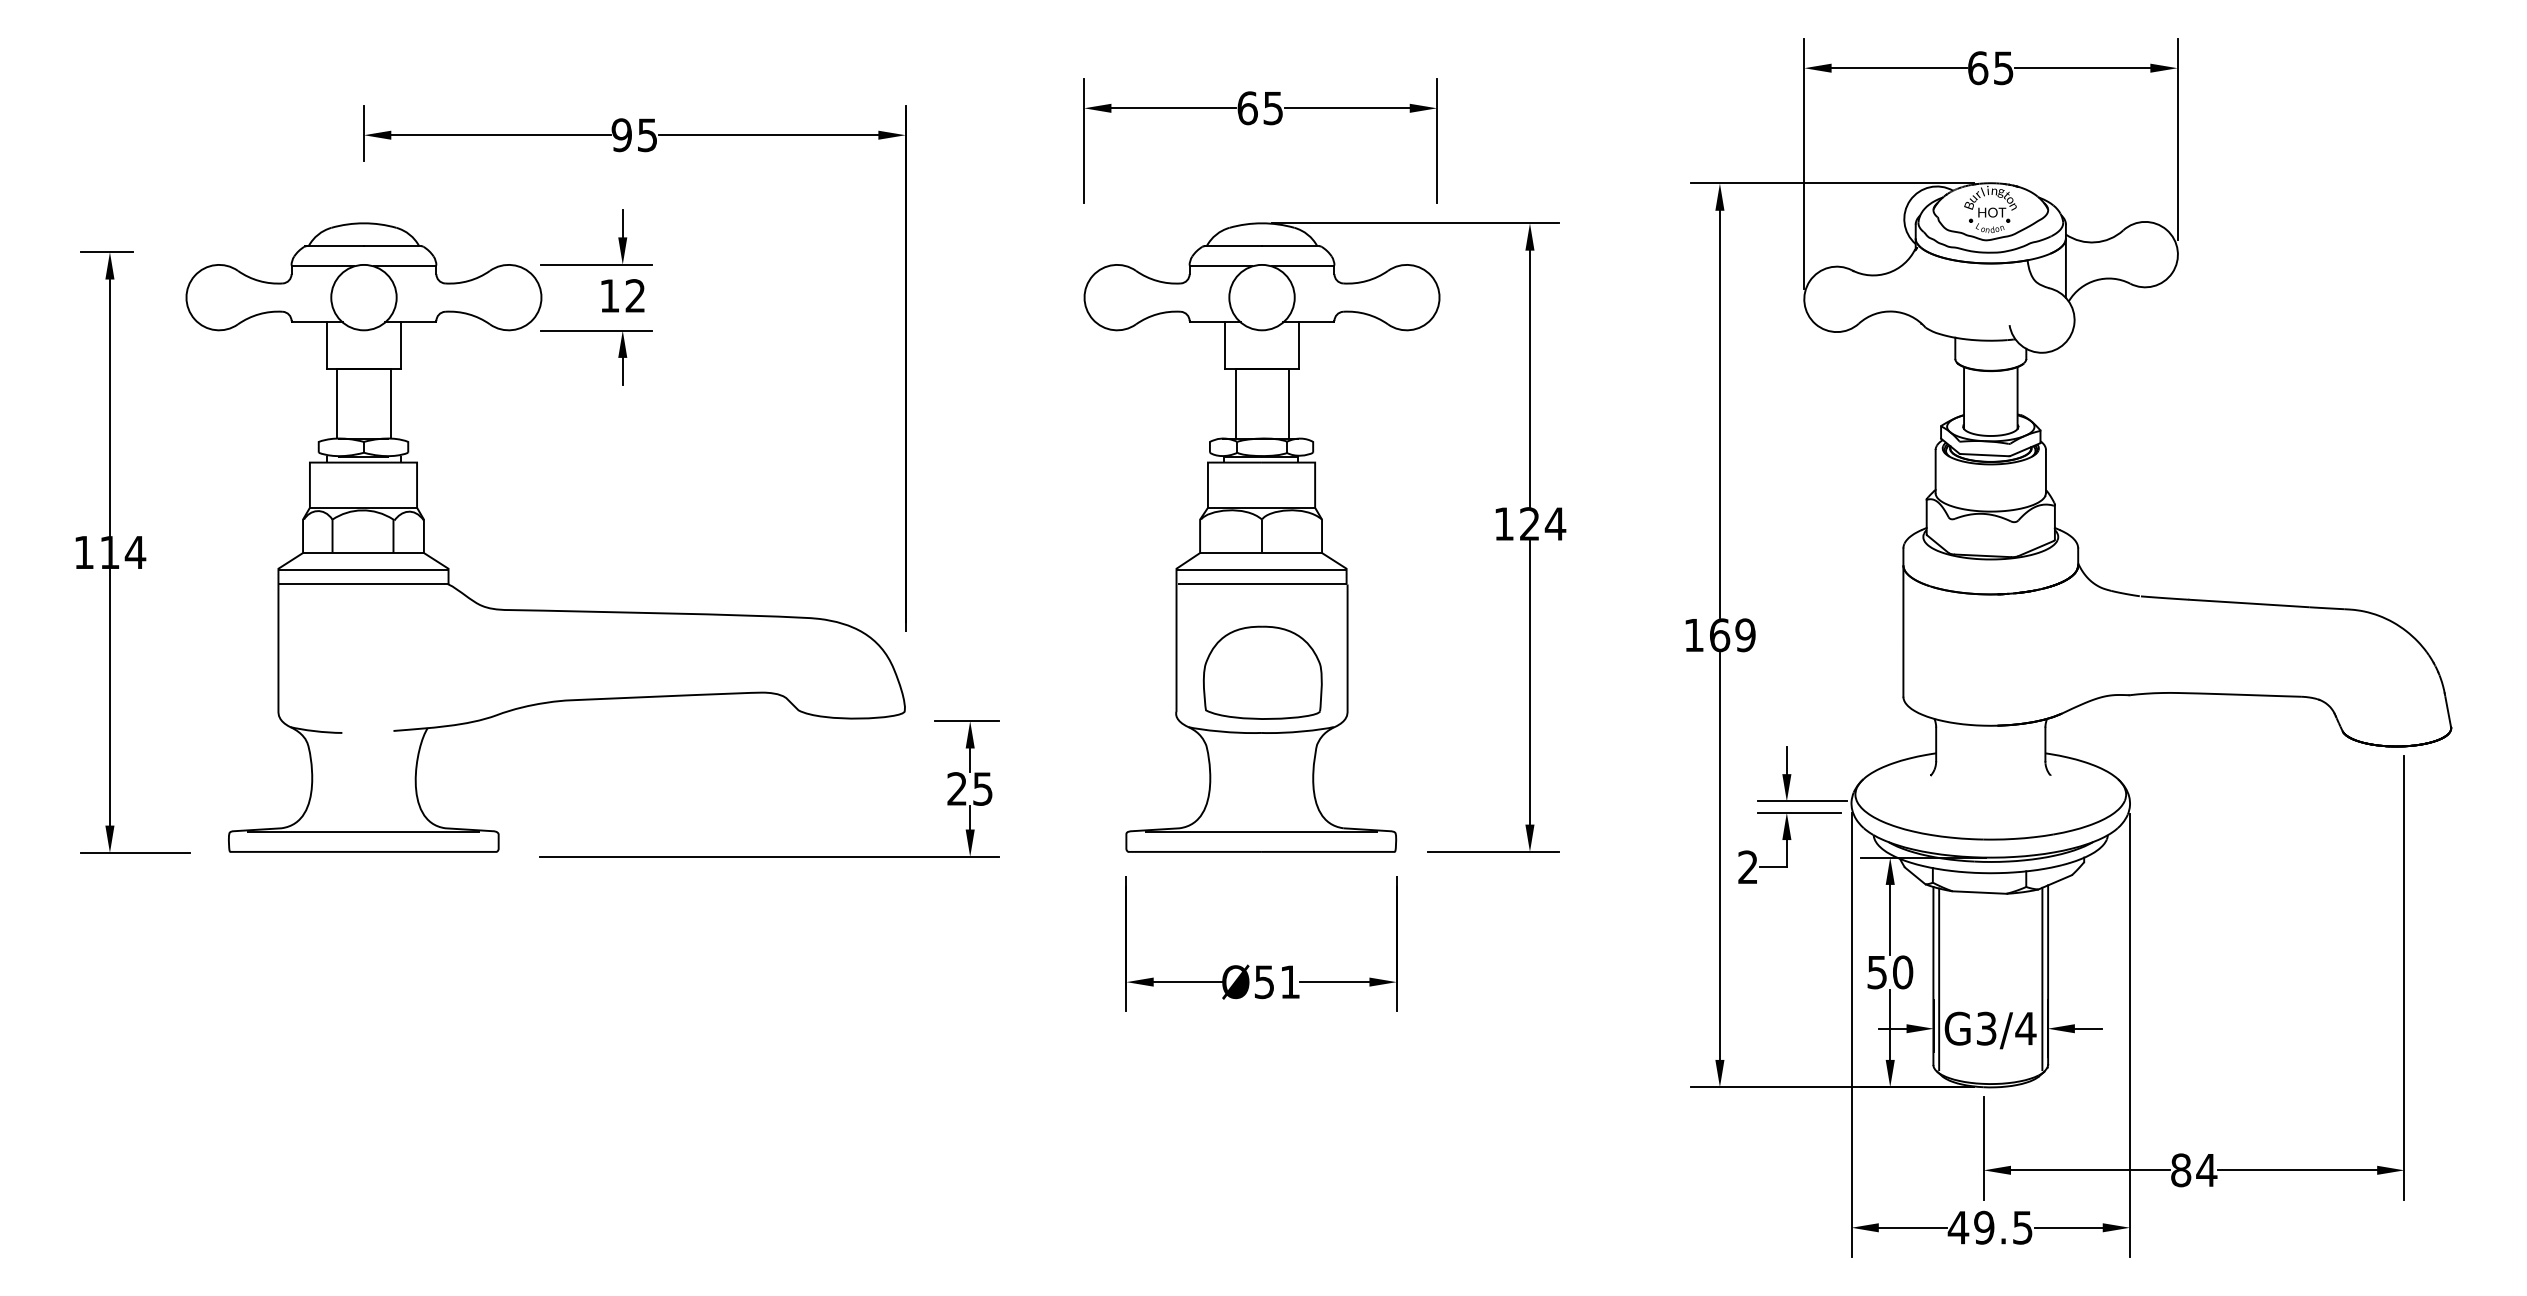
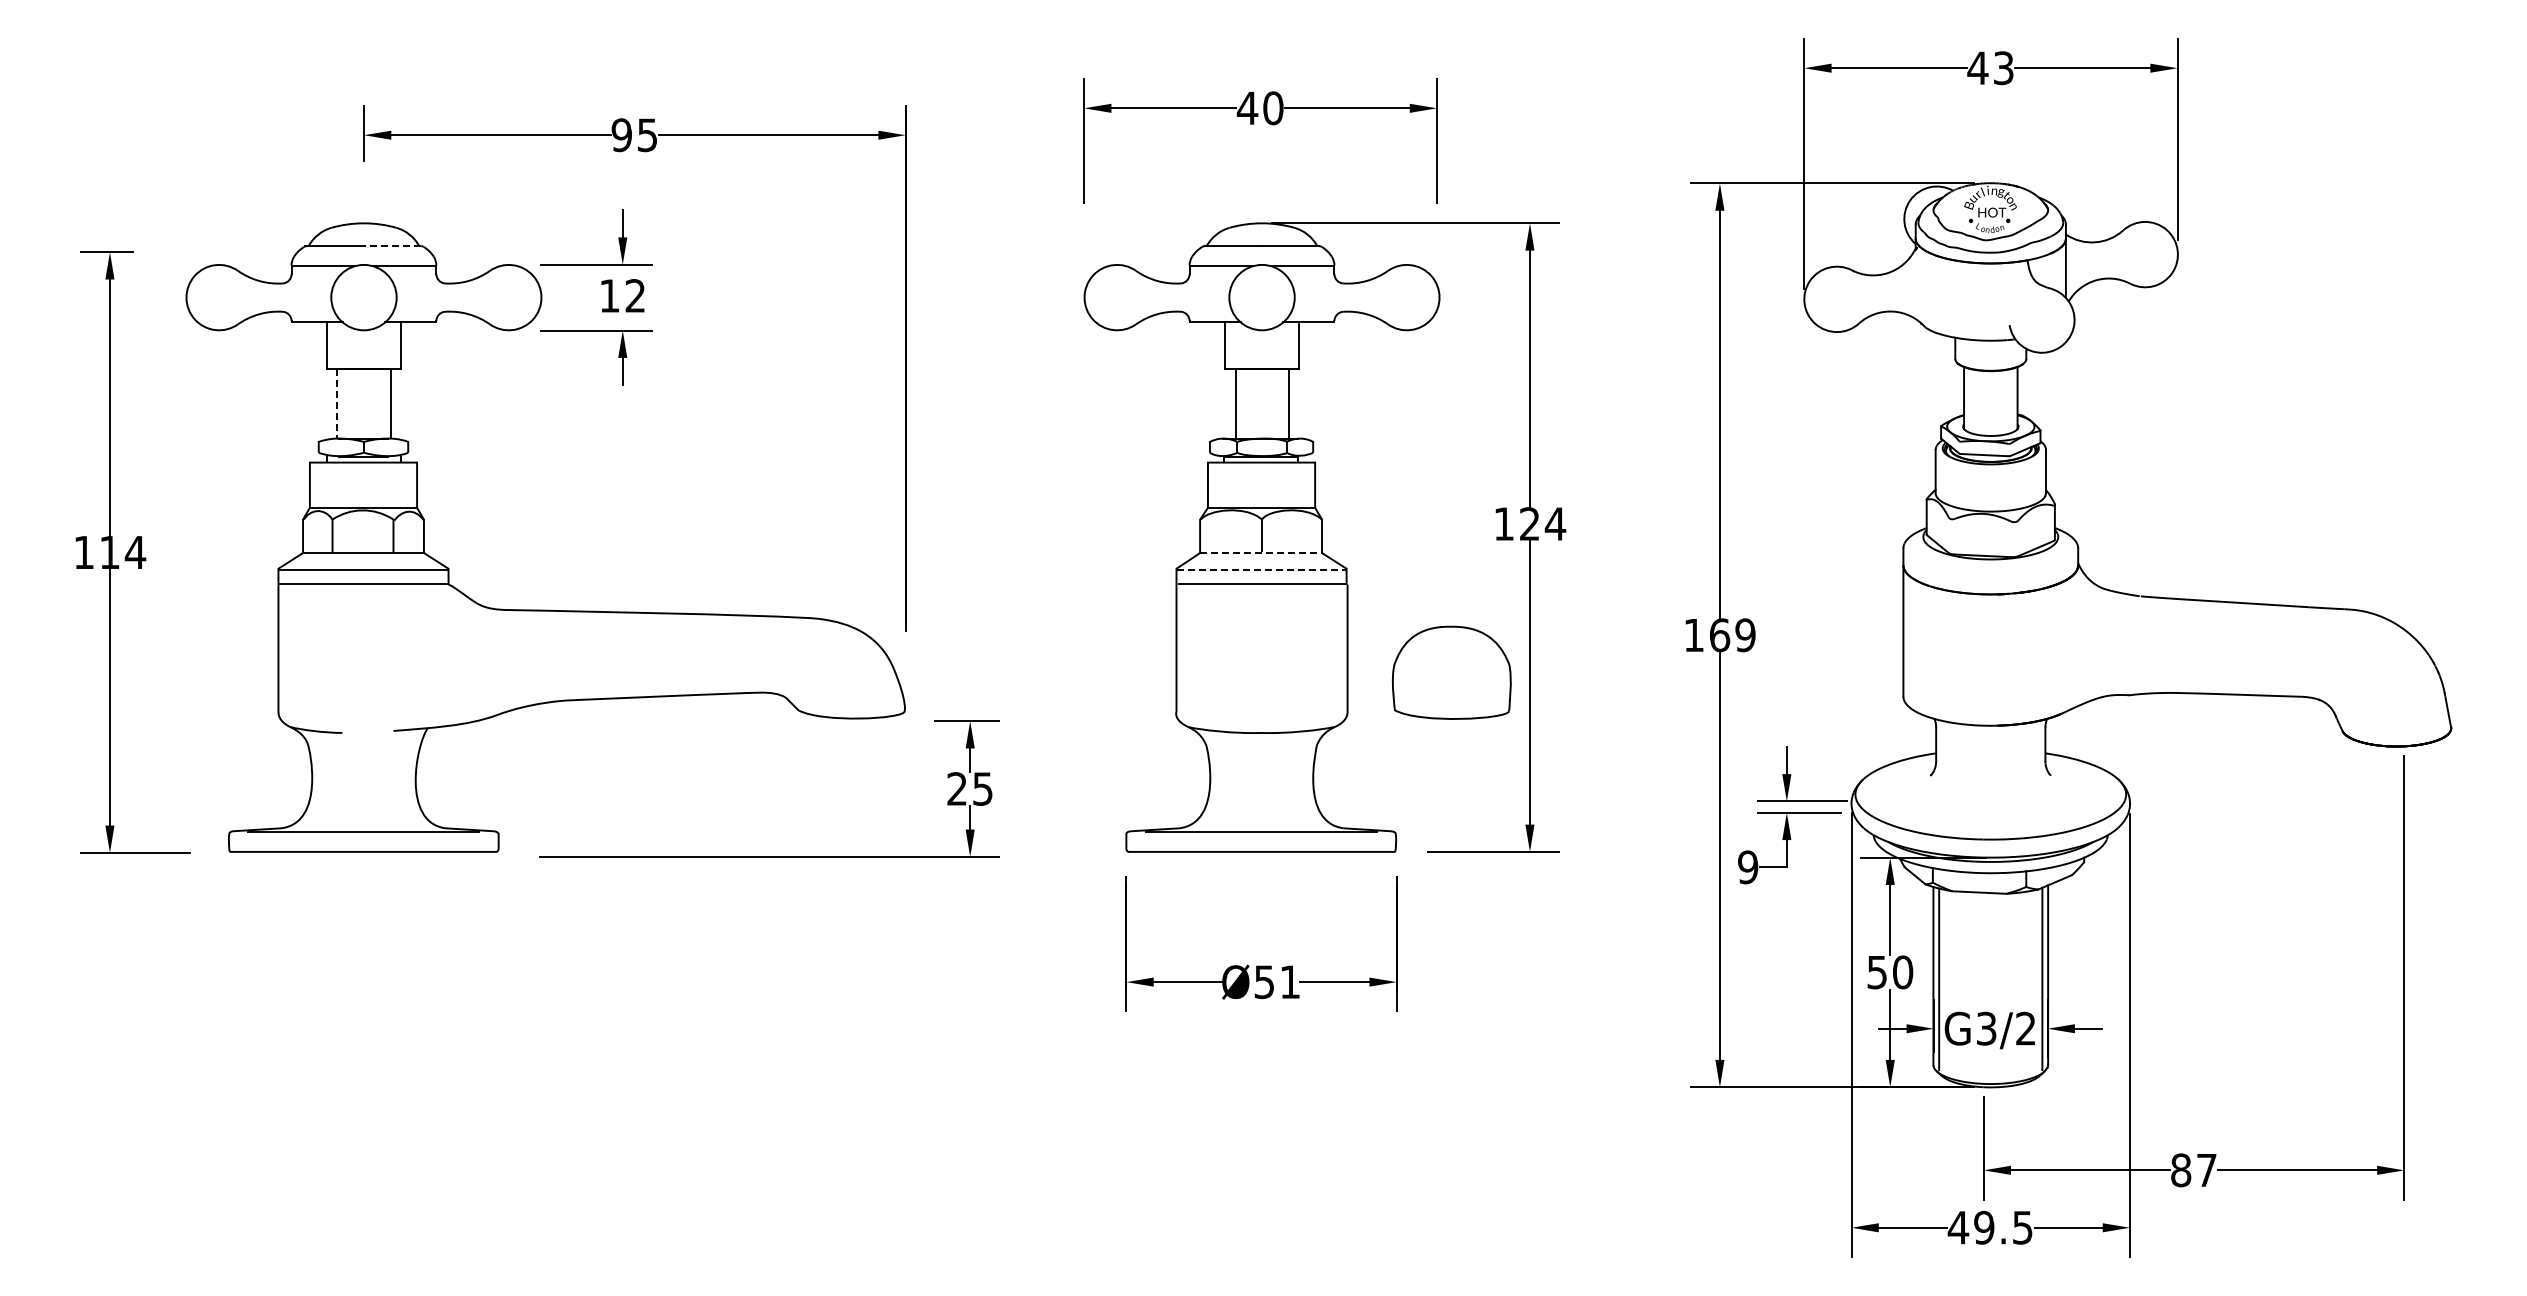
text at (1990, 68): 65 -> 43
text at (1259, 108): 65 -> 40
line at (392, 246): solid -> dashed
line at (337, 404): solid -> dashed
line at (1261, 553): solid -> dashed
line at (1261, 569): solid -> dashed
part at (1262, 672) position: (1262, 672) -> (1451, 672)
text at (1748, 867): 2 -> 9
text at (2025, 1028): G3/4 -> G3/2
text at (2206, 1170): 84 -> 87
